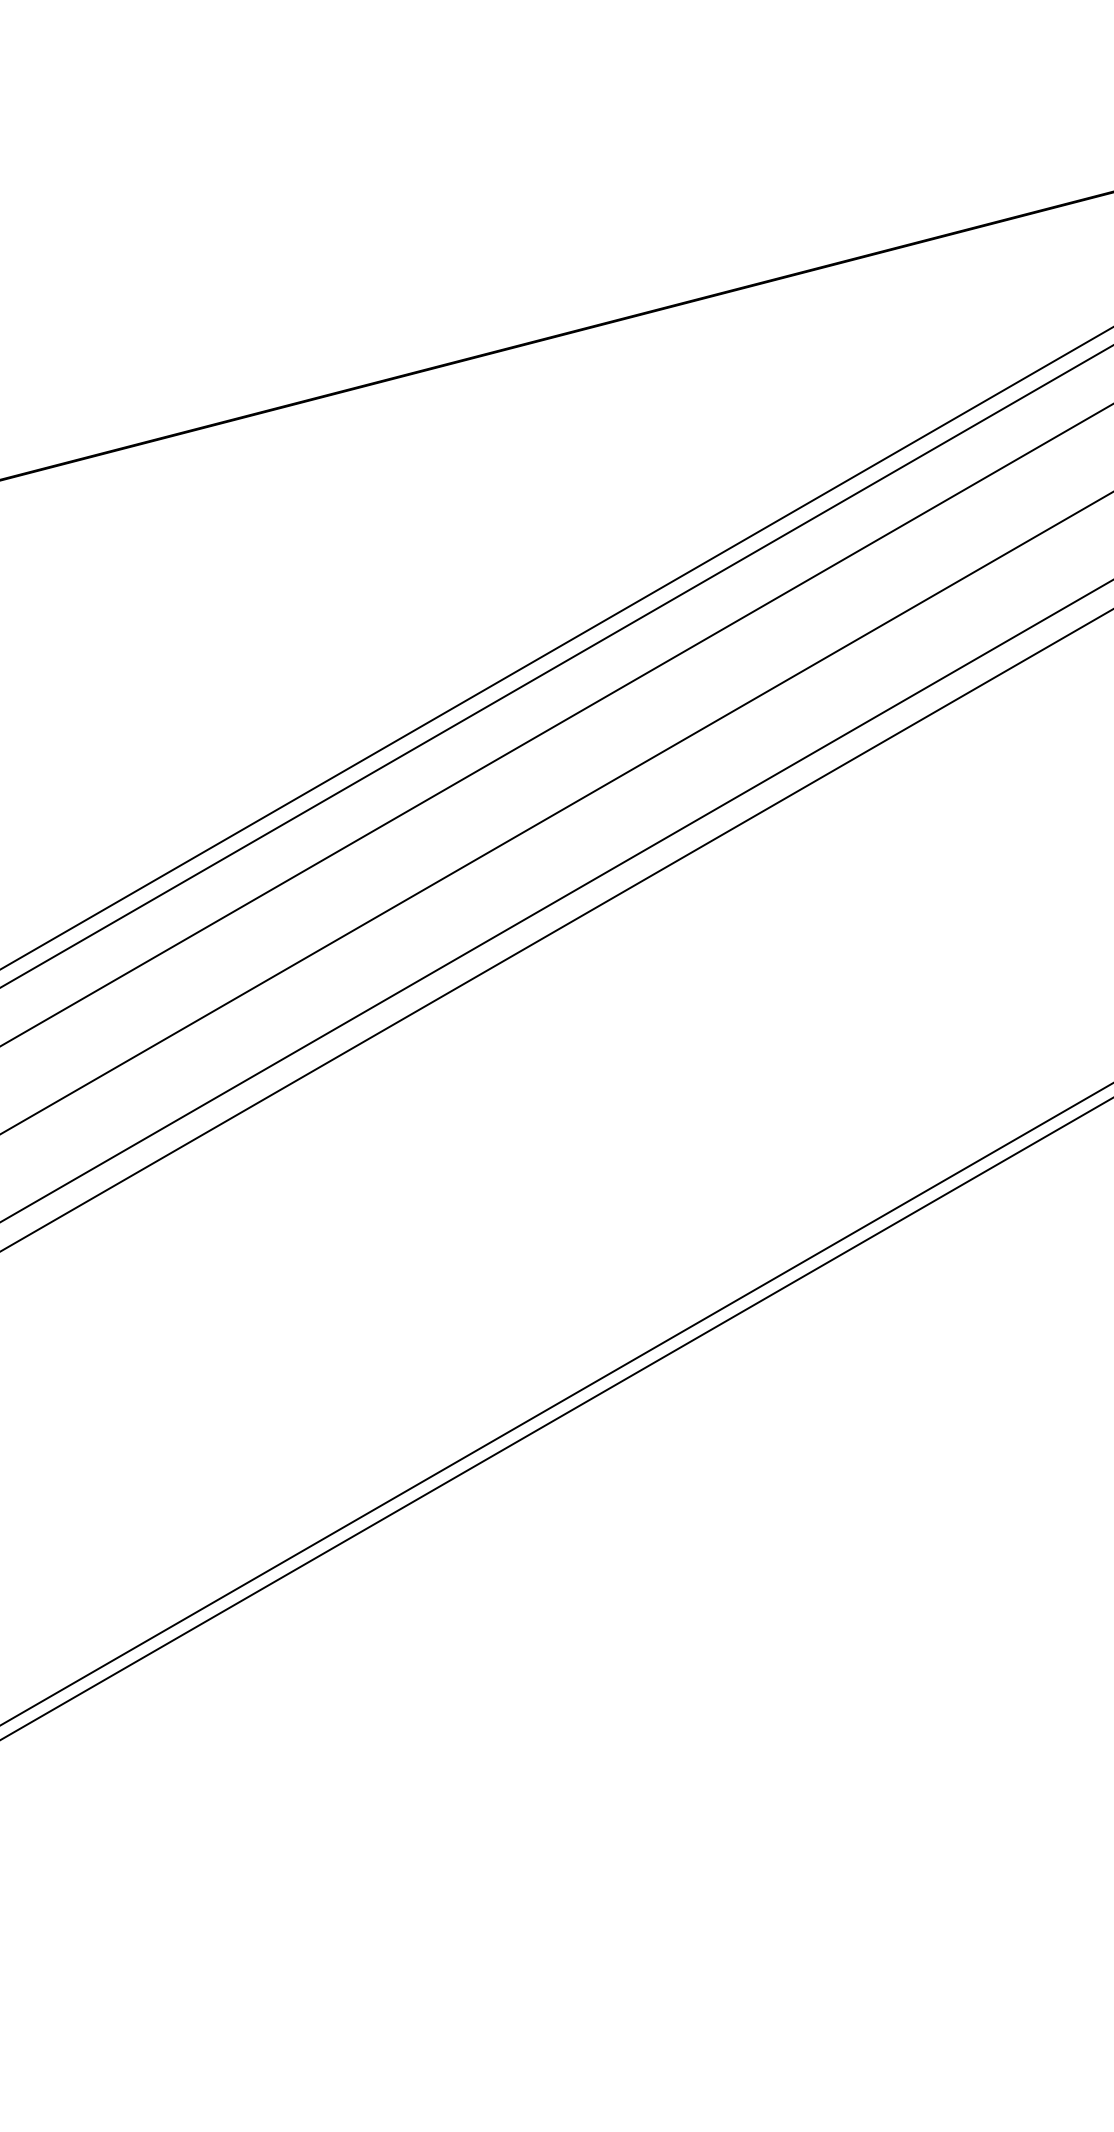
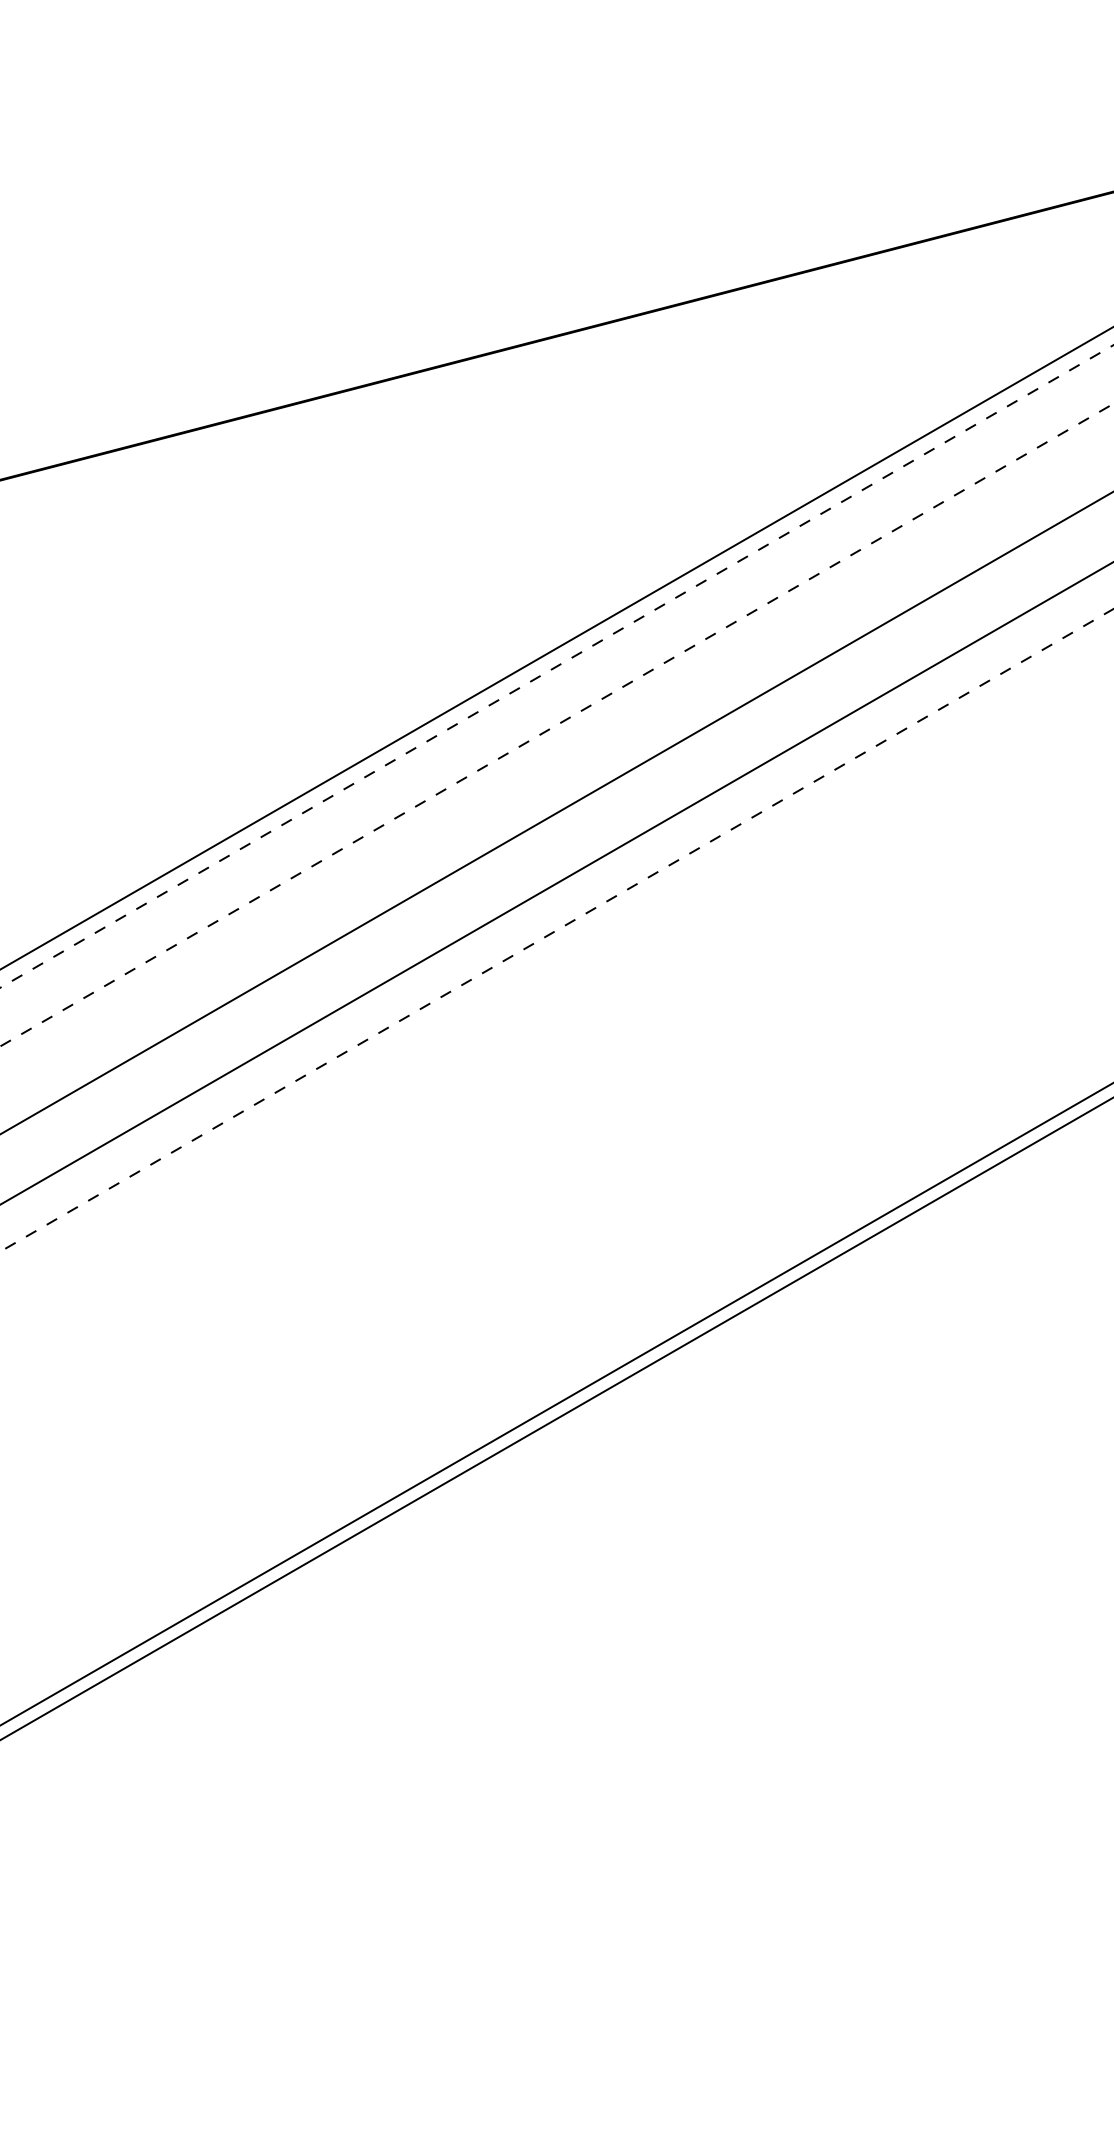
line at (557, 665): solid -> dashed
line at (557, 724): solid -> dashed
line at (556, 901) position: (556, 901) -> (556, 883)
line at (556, 930): solid -> dashed
